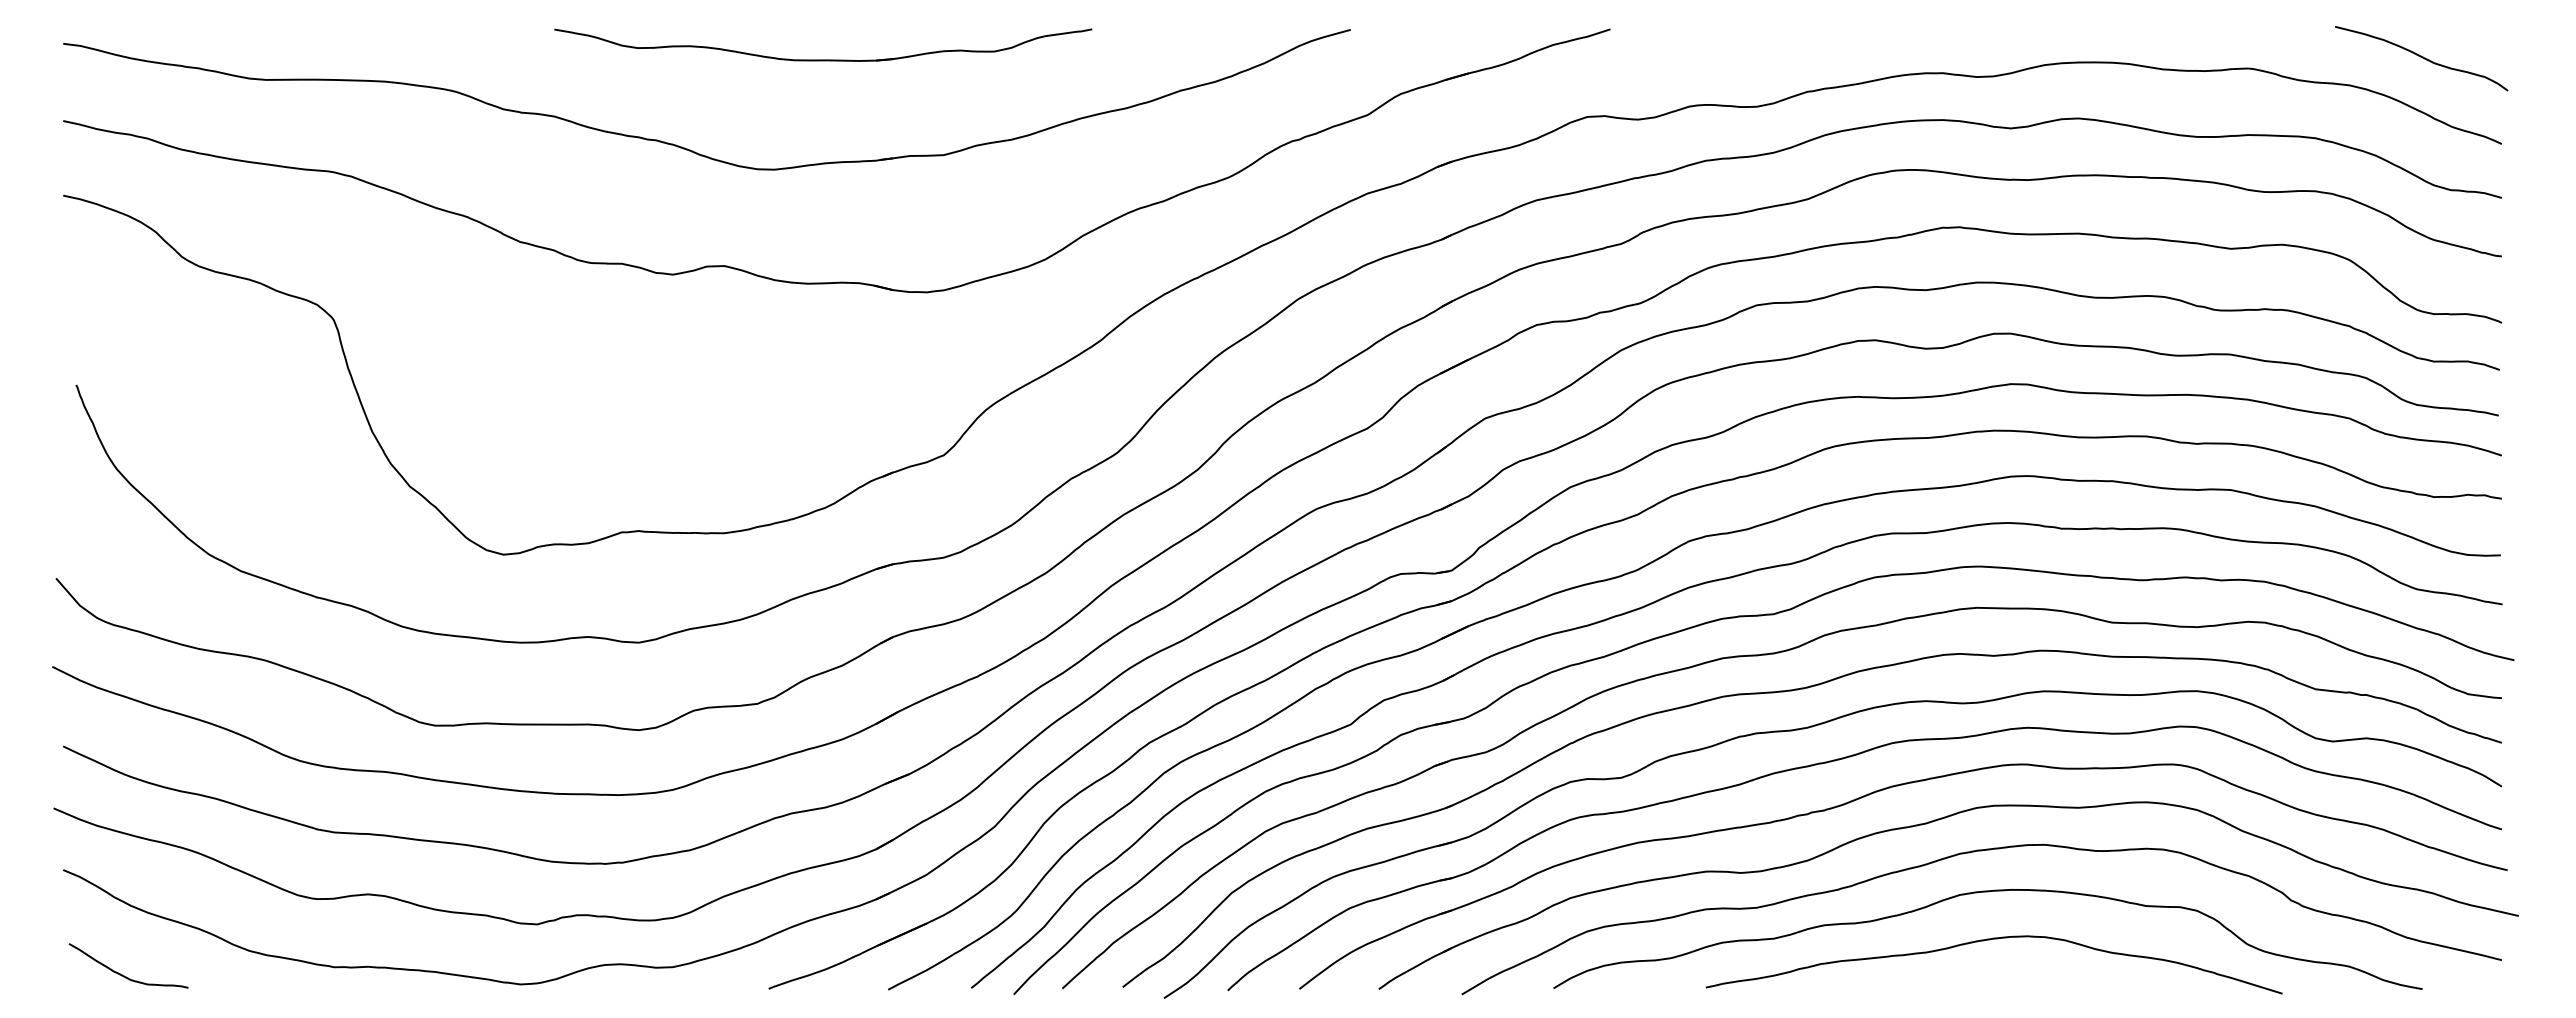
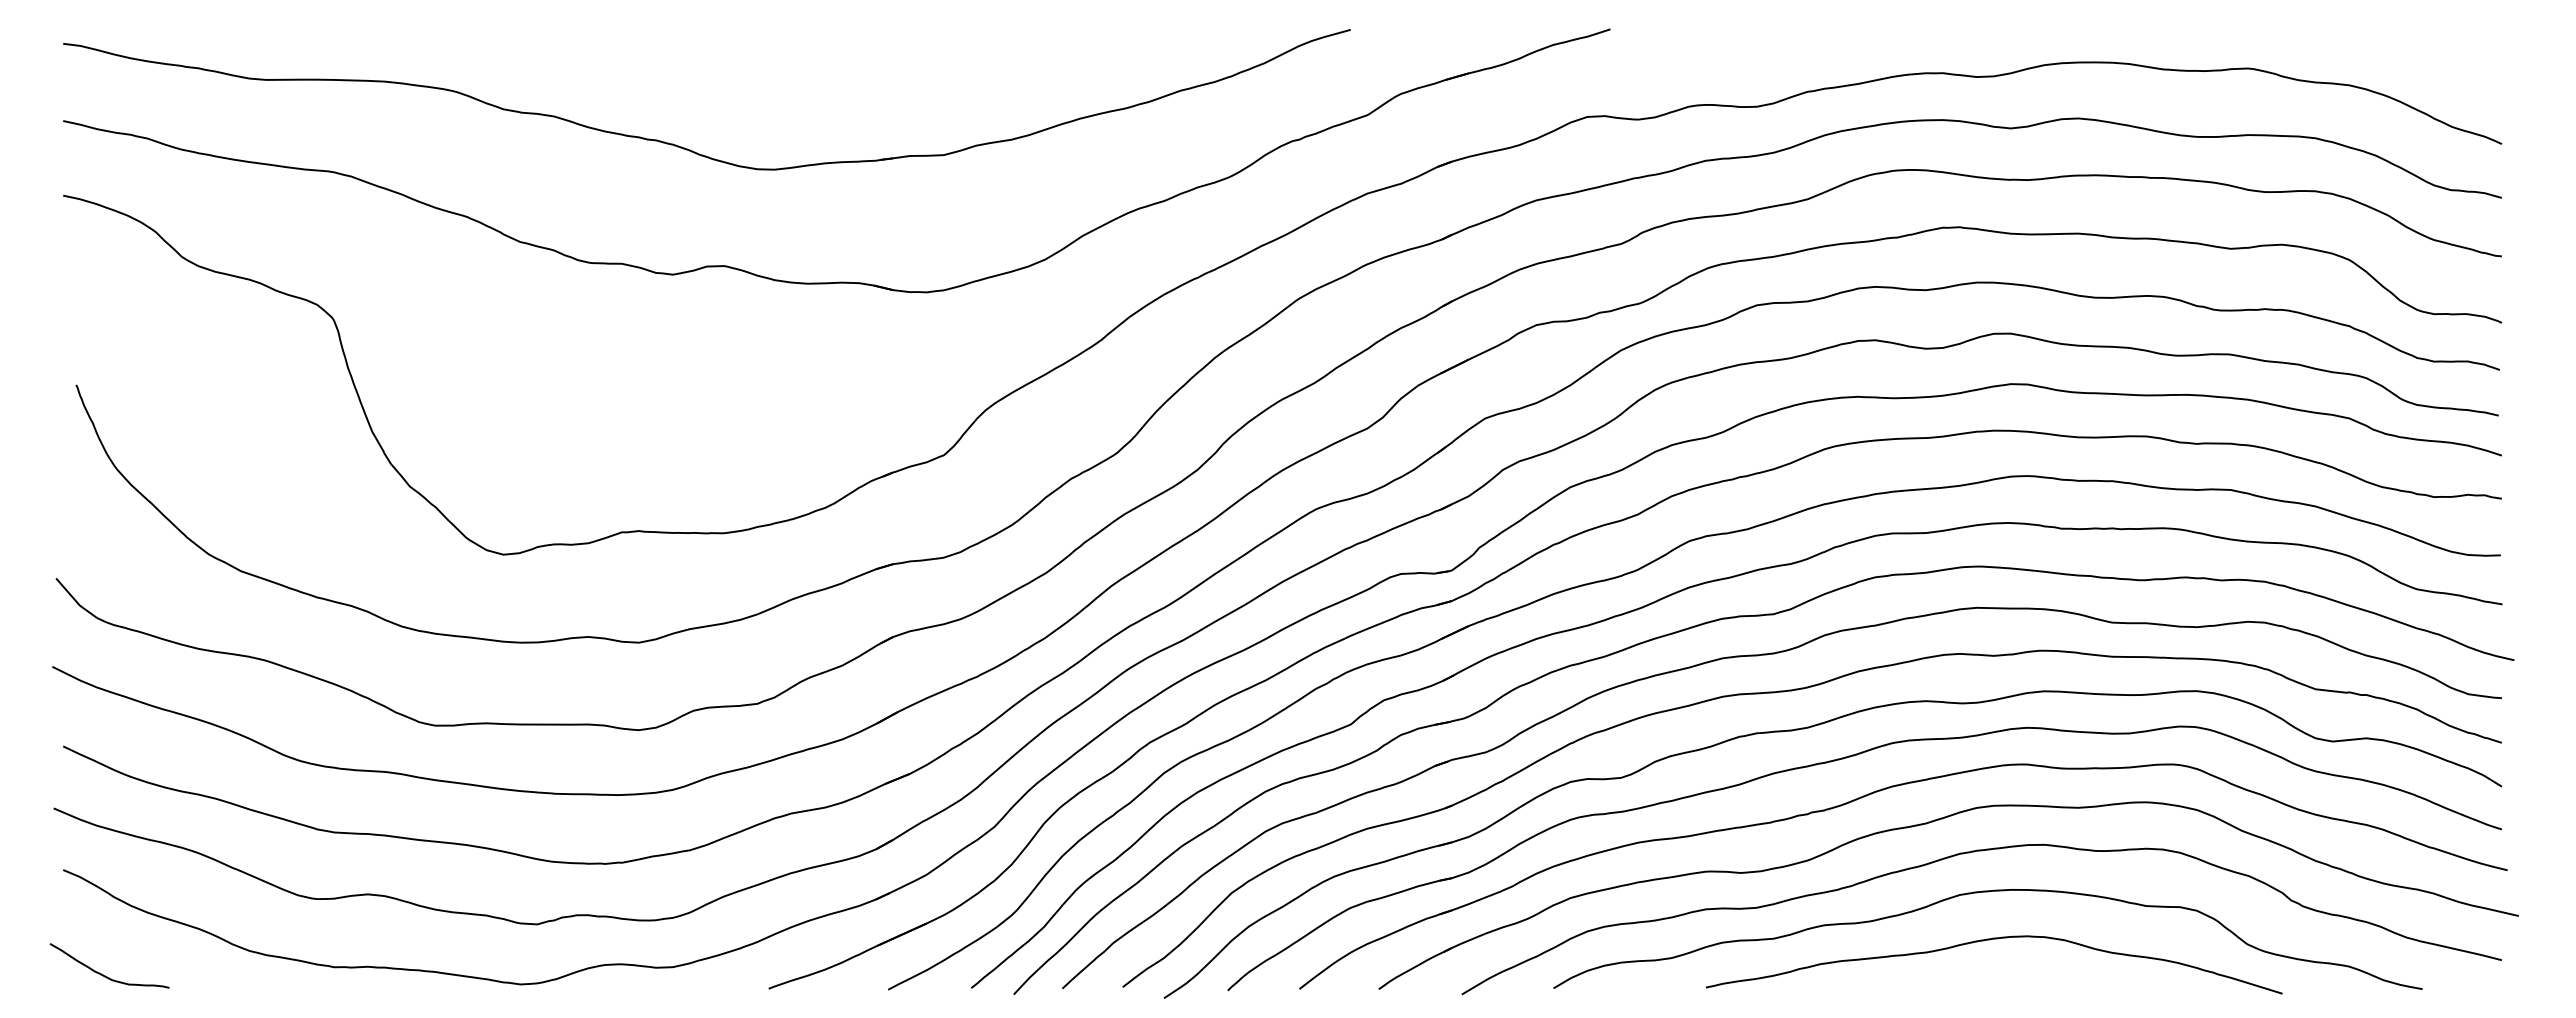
curve at (2421, 57): present -> none
part at (823, 59): present -> none
curve at (124, 975) position: (124, 975) -> (105, 975)
